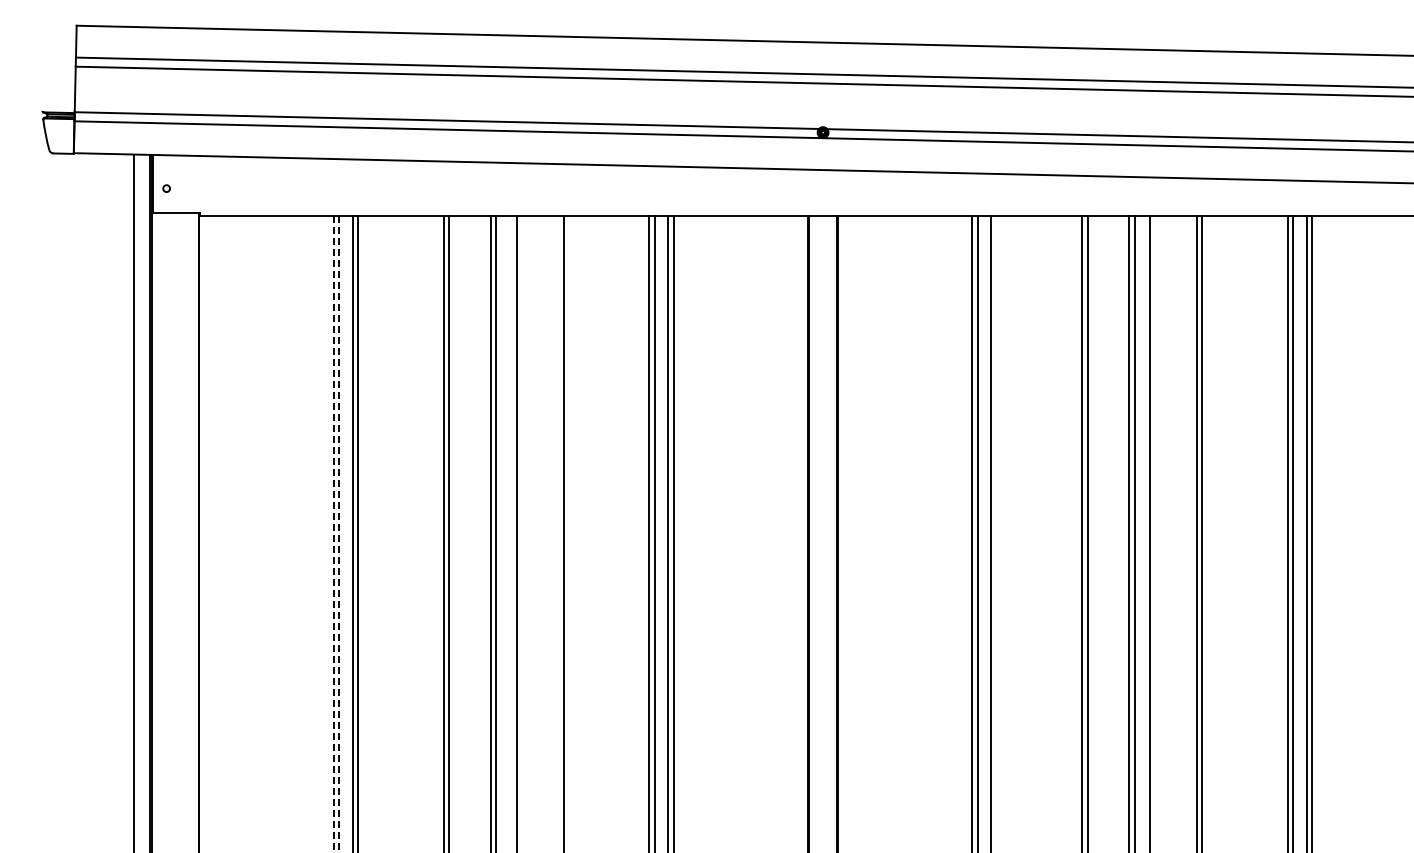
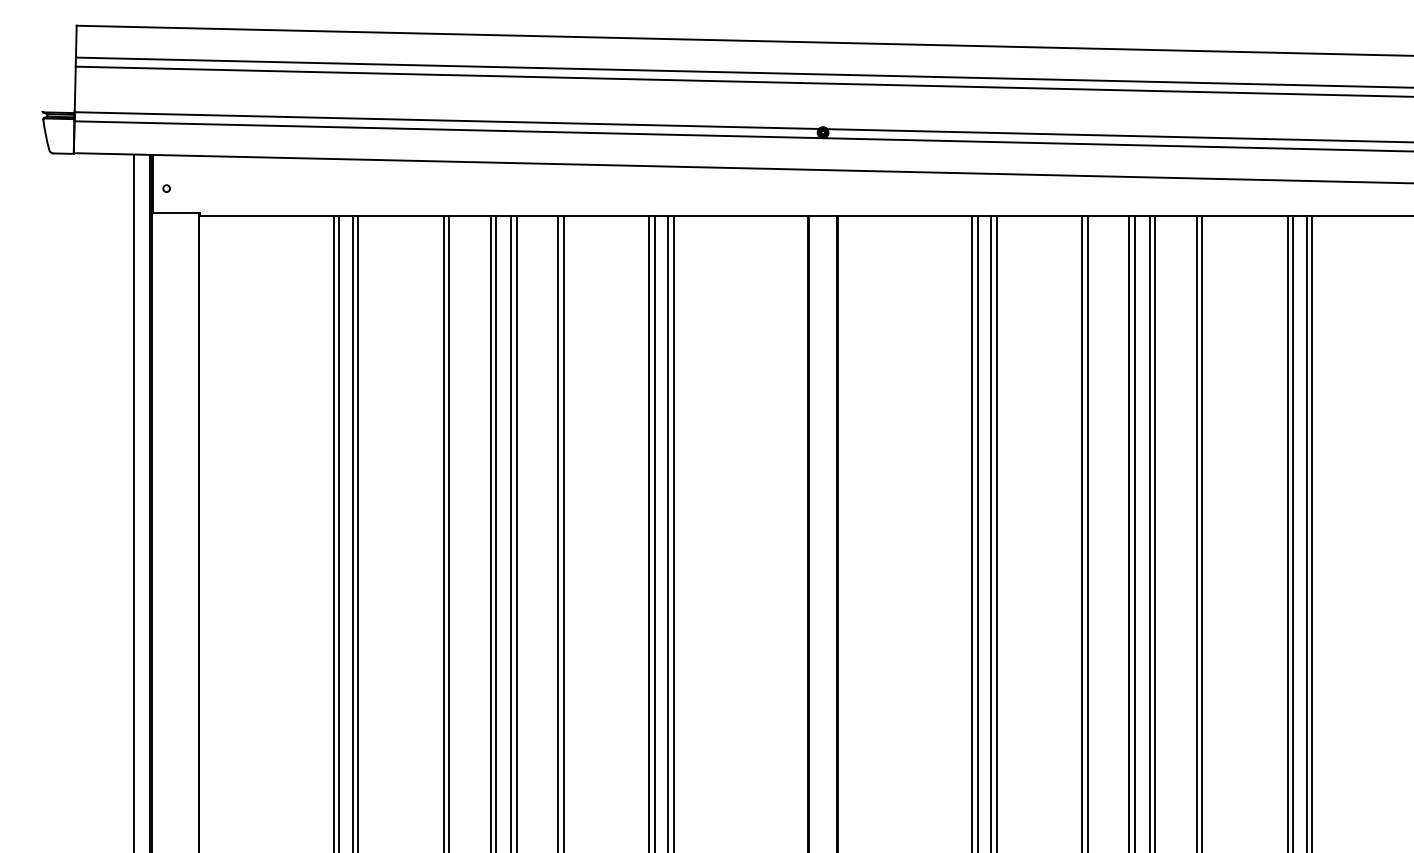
line at (511, 532): none -> present
line at (558, 532): none -> present
line at (996, 532): none -> present
line at (1155, 532): none -> present
line at (333, 534): dashed -> solid
line at (339, 534): dashed -> solid
